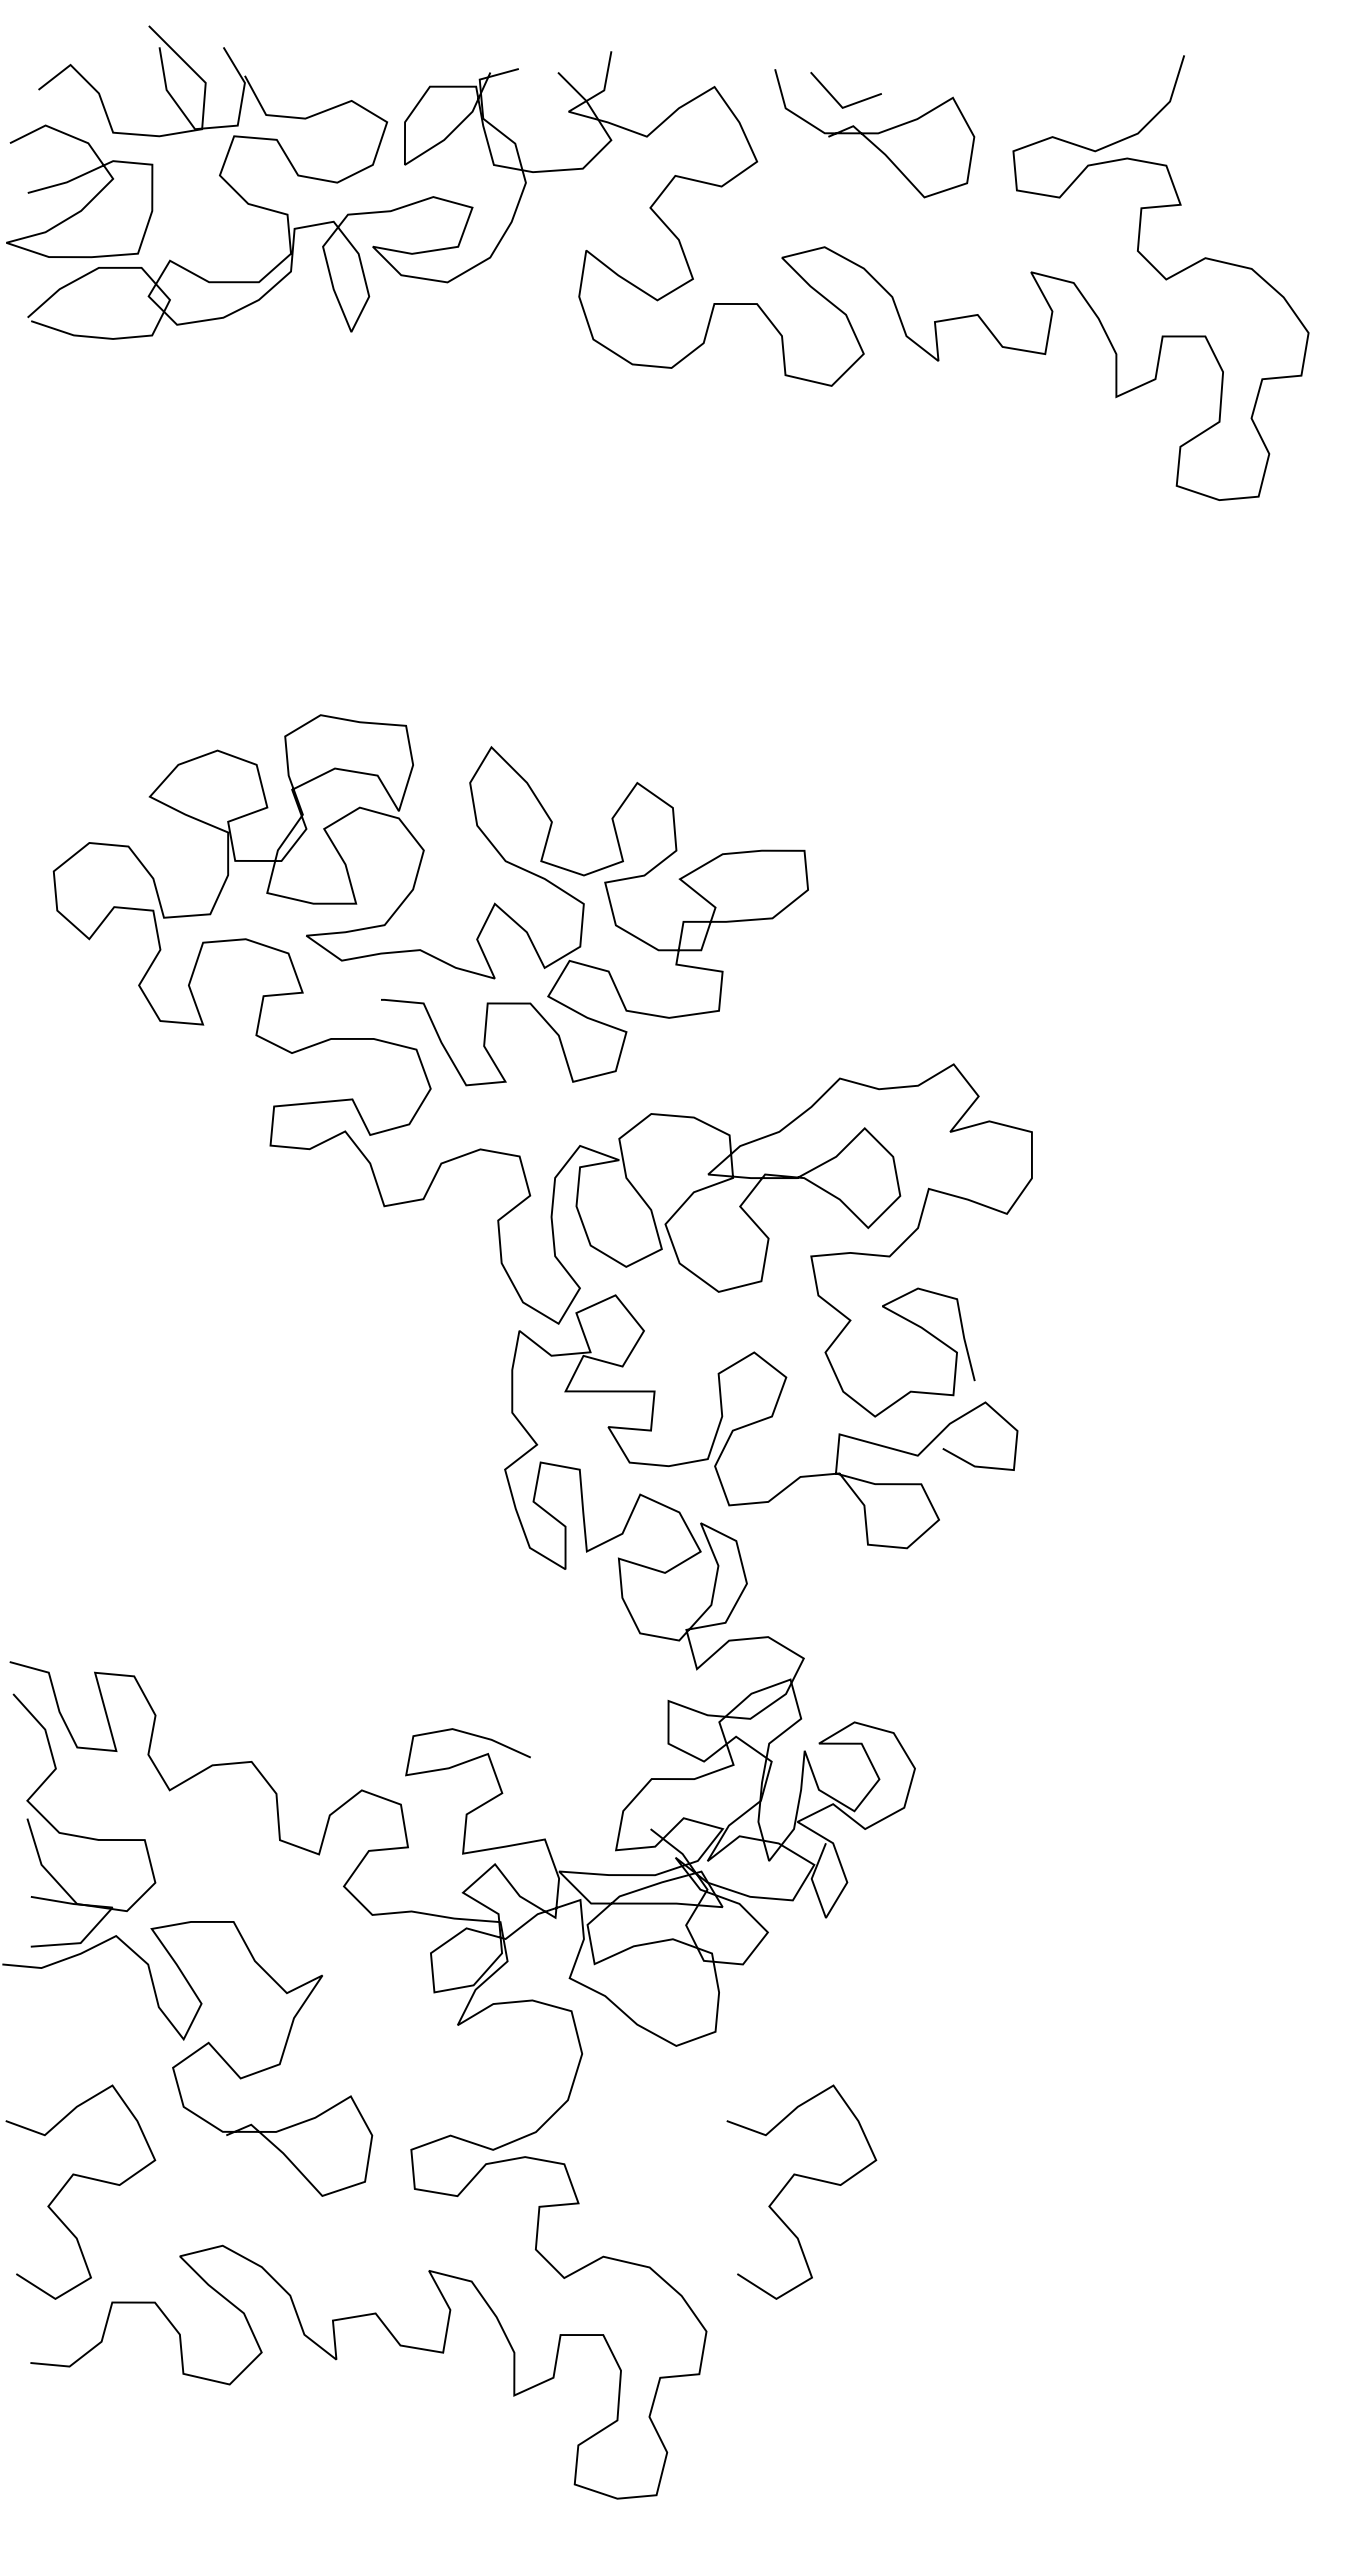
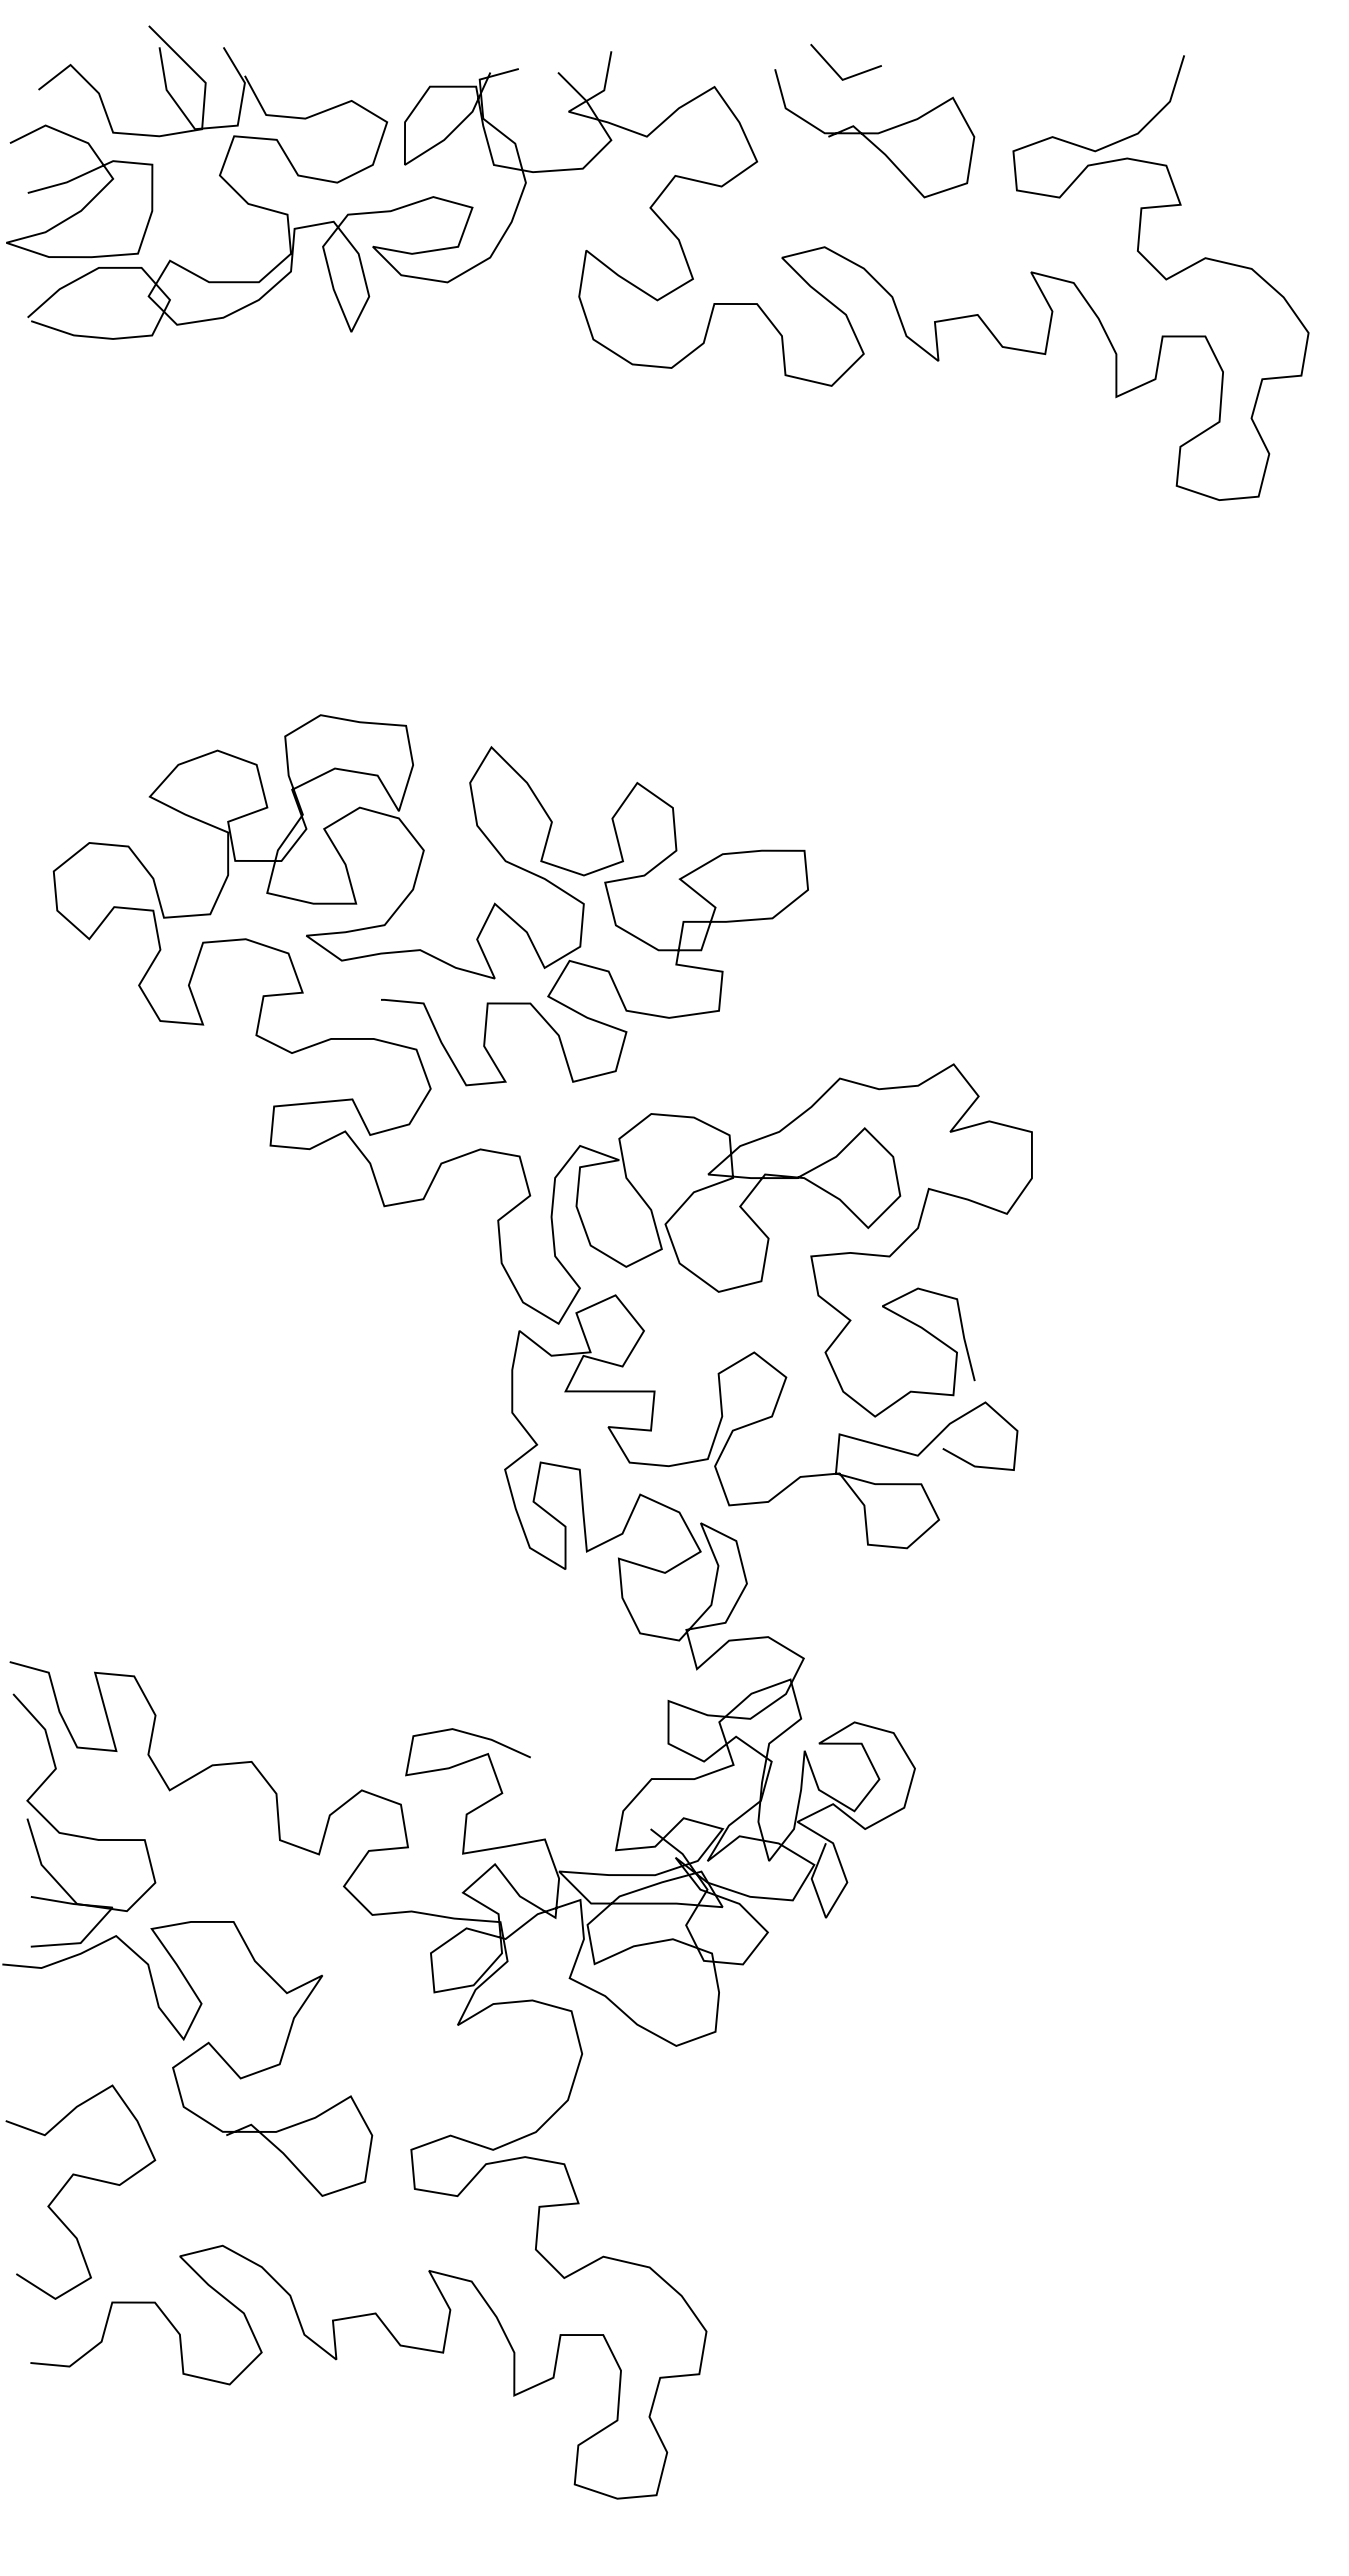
line at (836, 99) position: (836, 99) -> (836, 71)
curve at (806, 2178): present -> none
